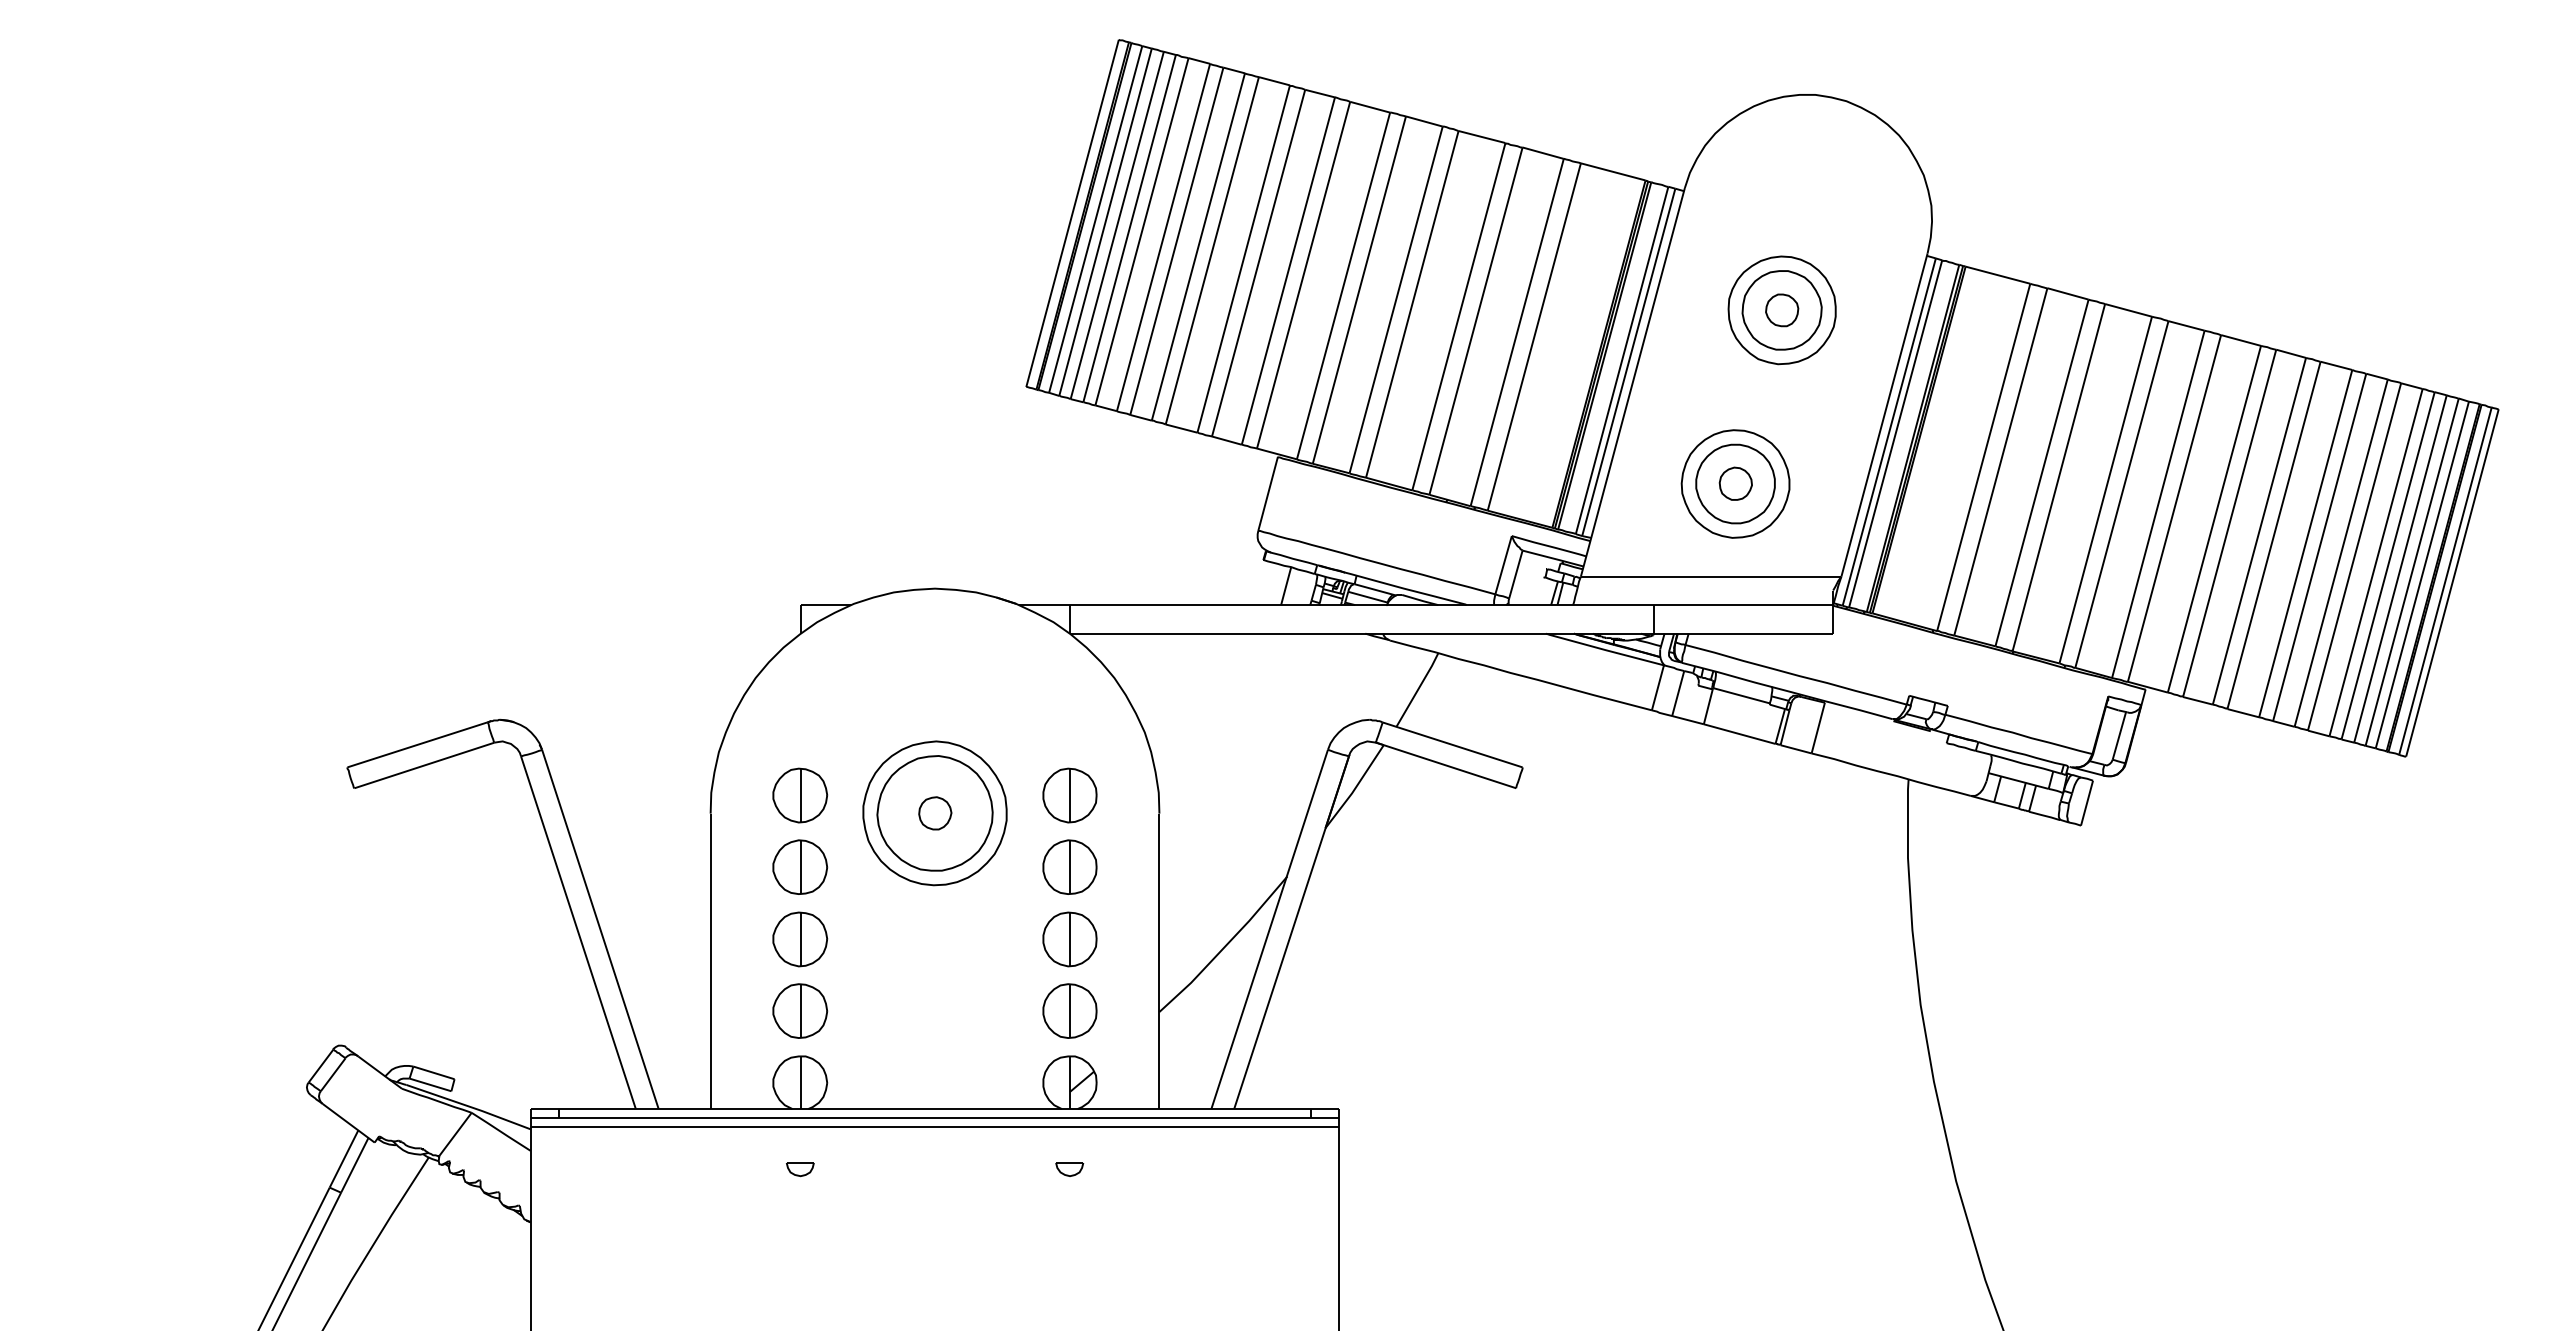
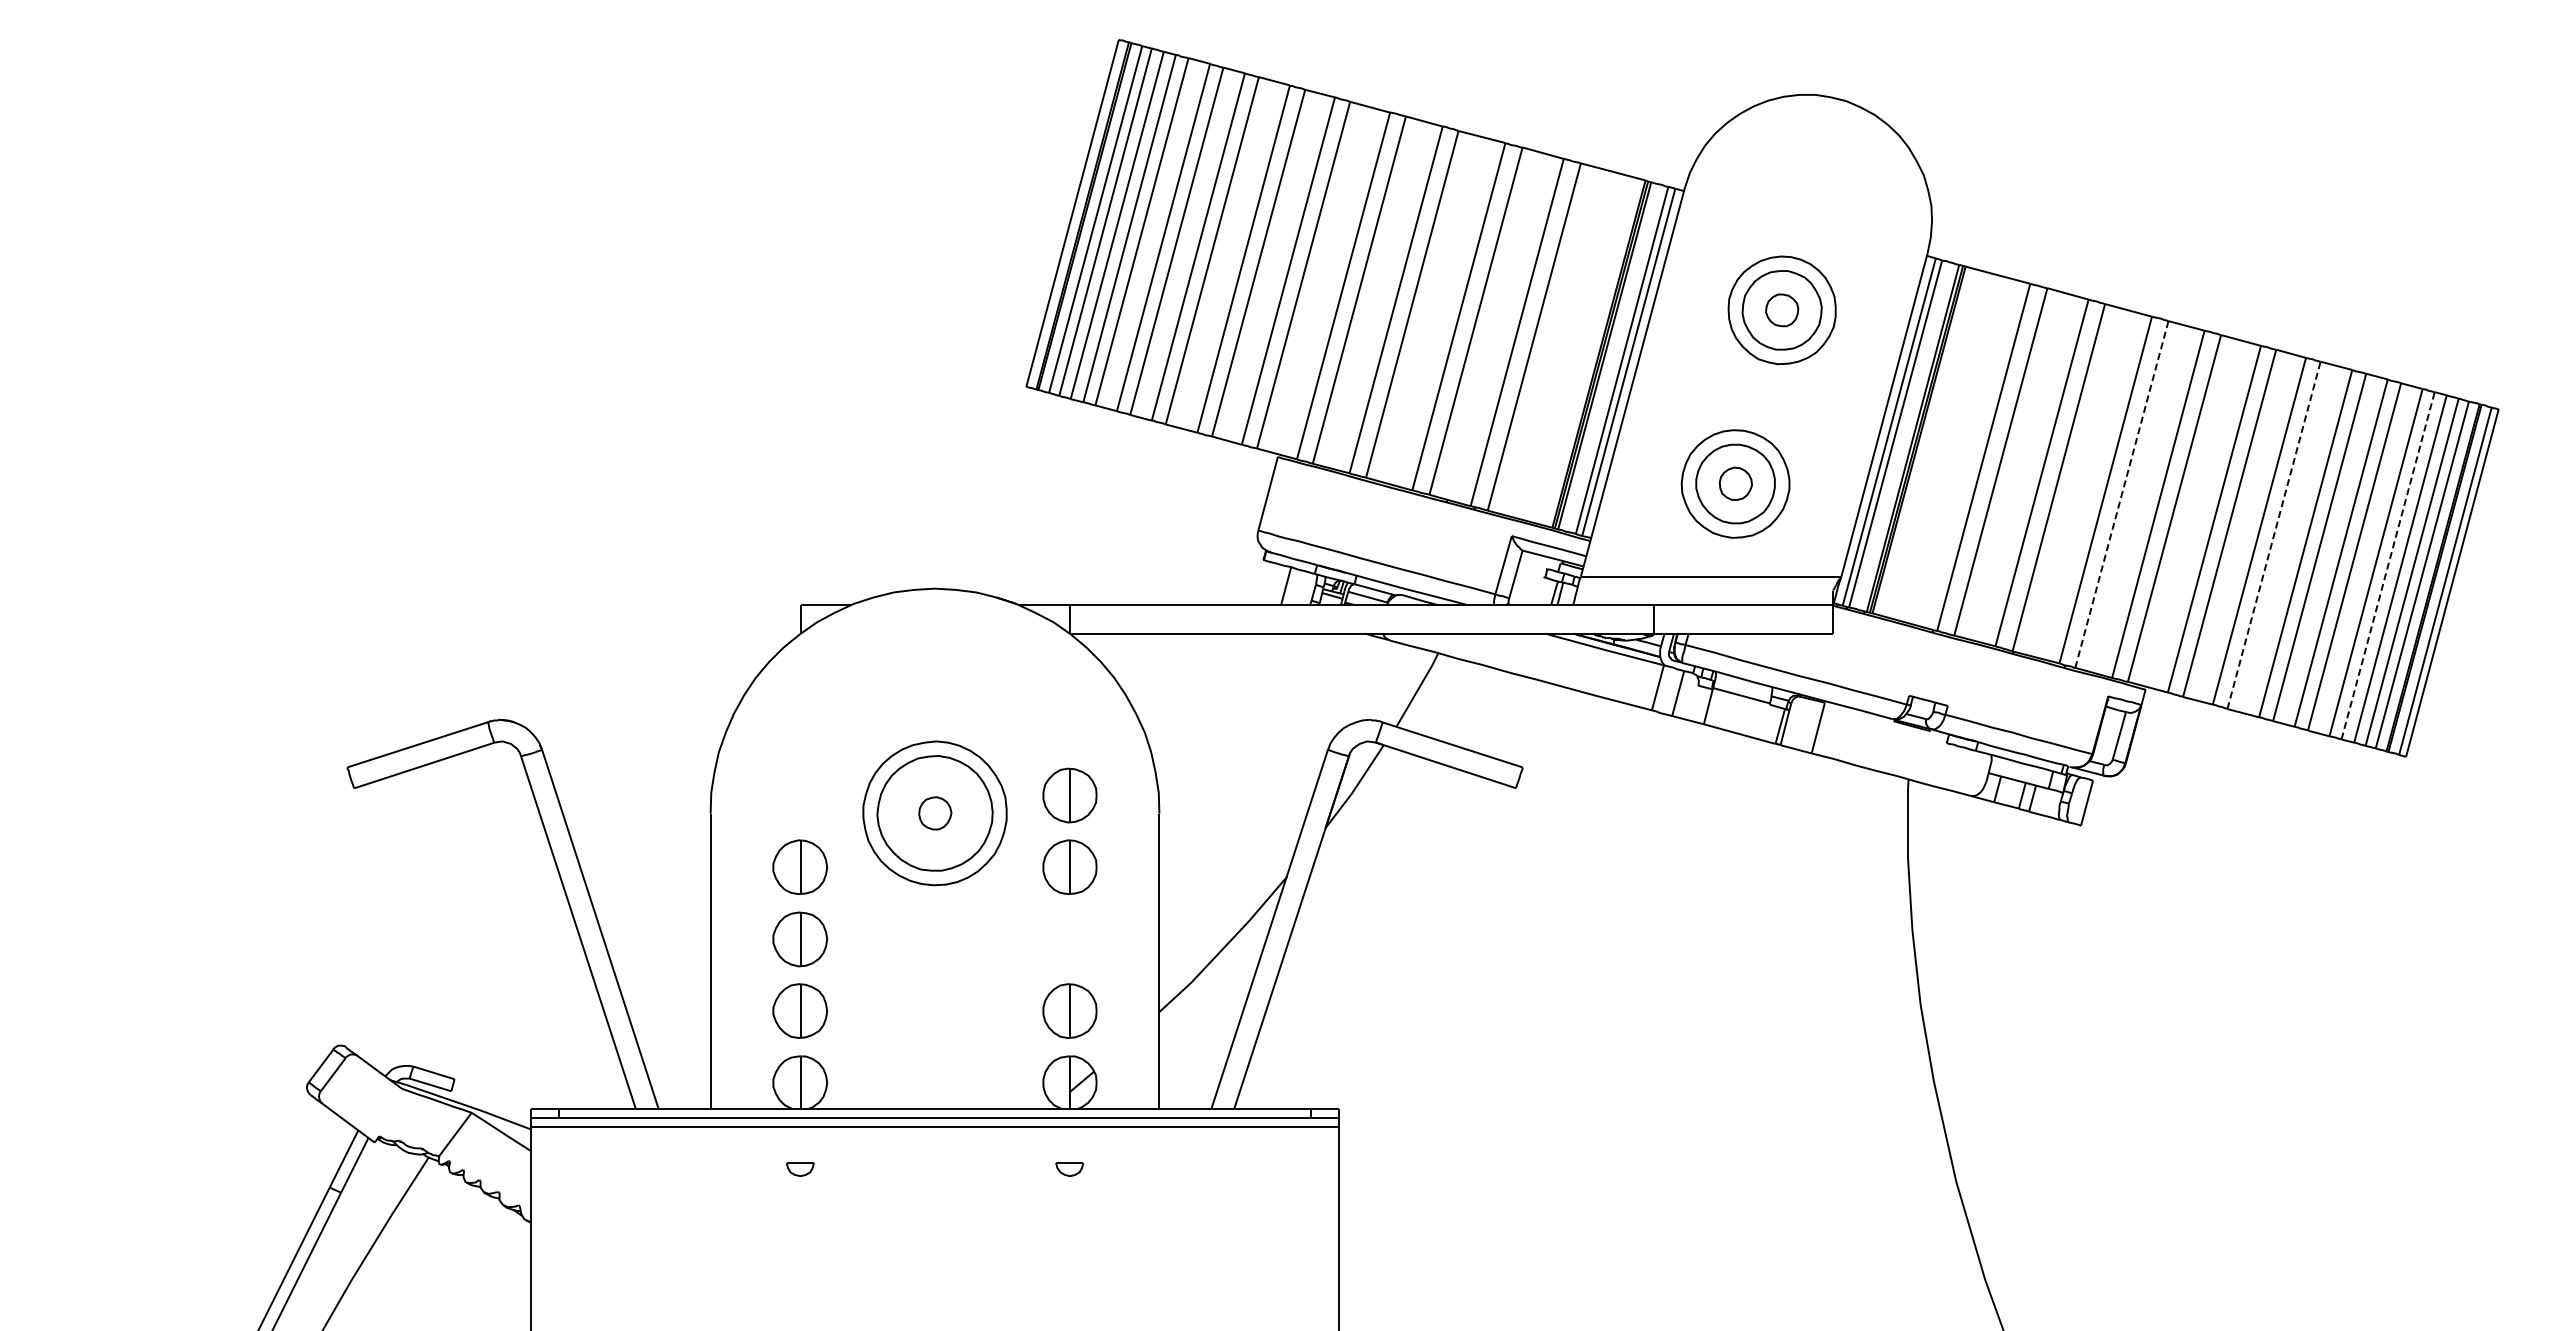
line at (2121, 494): solid -> dashed
line at (2274, 535): solid -> dashed
line at (2388, 565): solid -> dashed
part at (800, 795): present -> none
part at (1069, 939): present -> none
